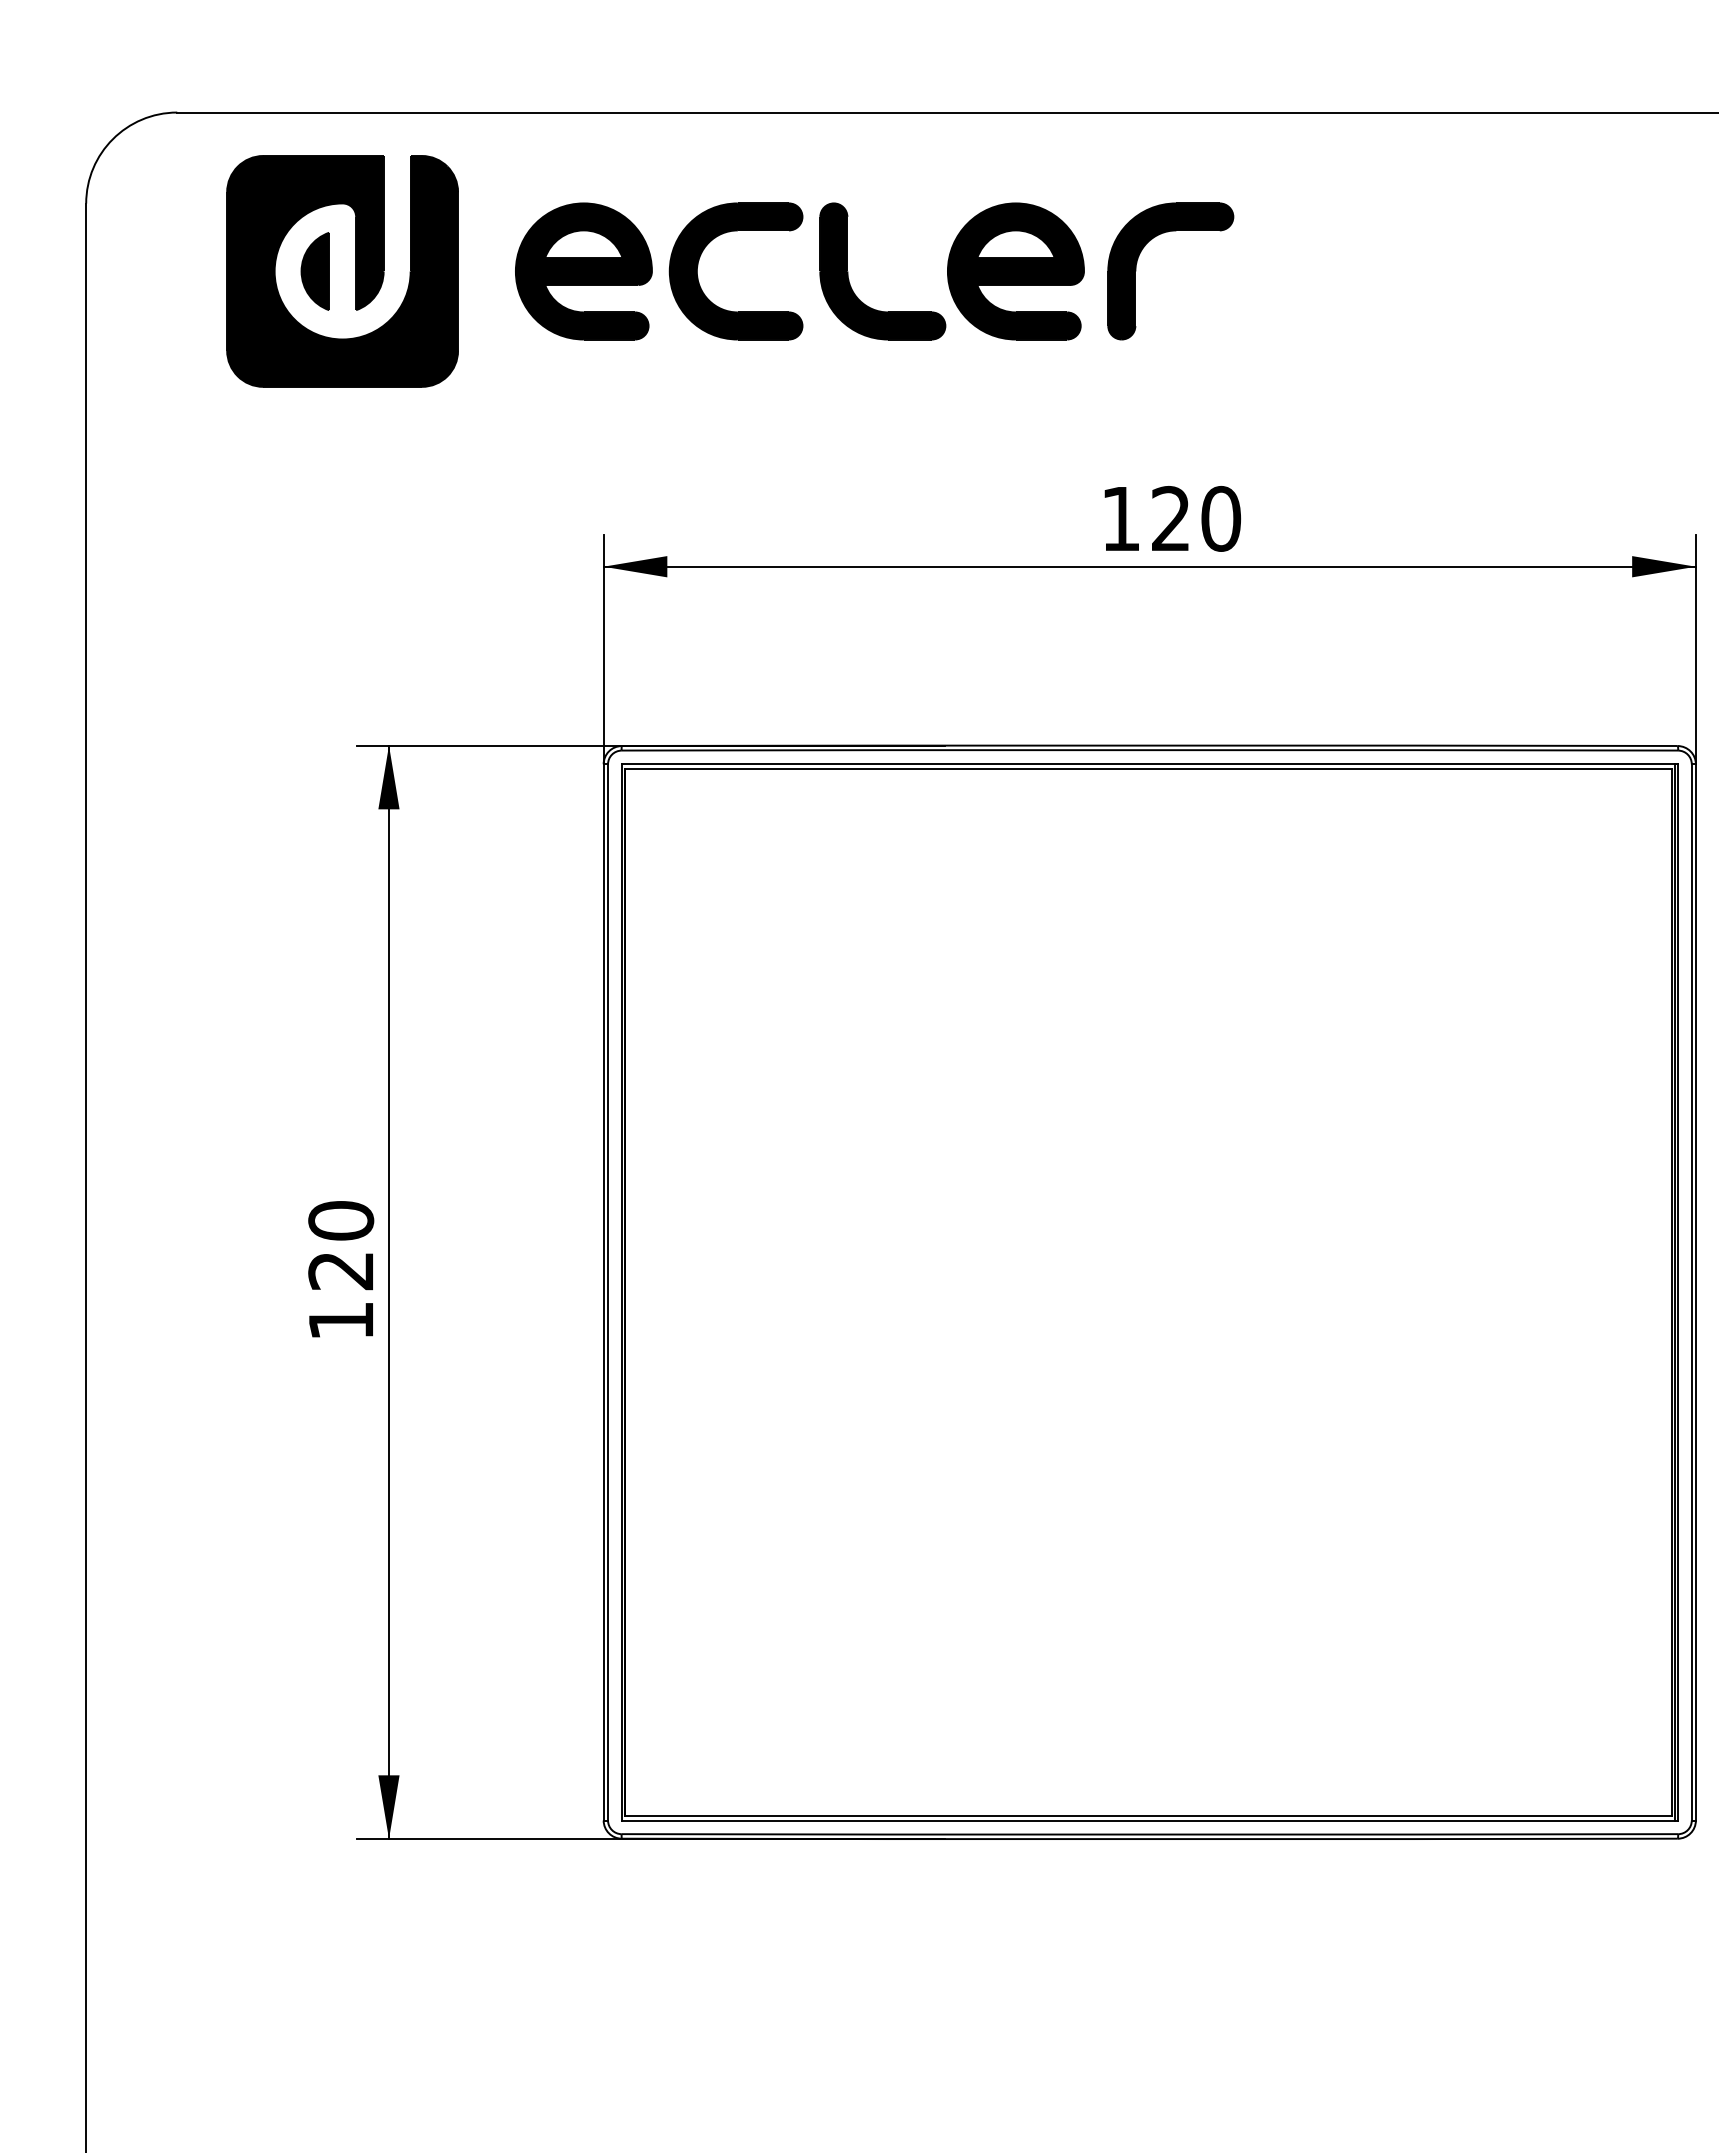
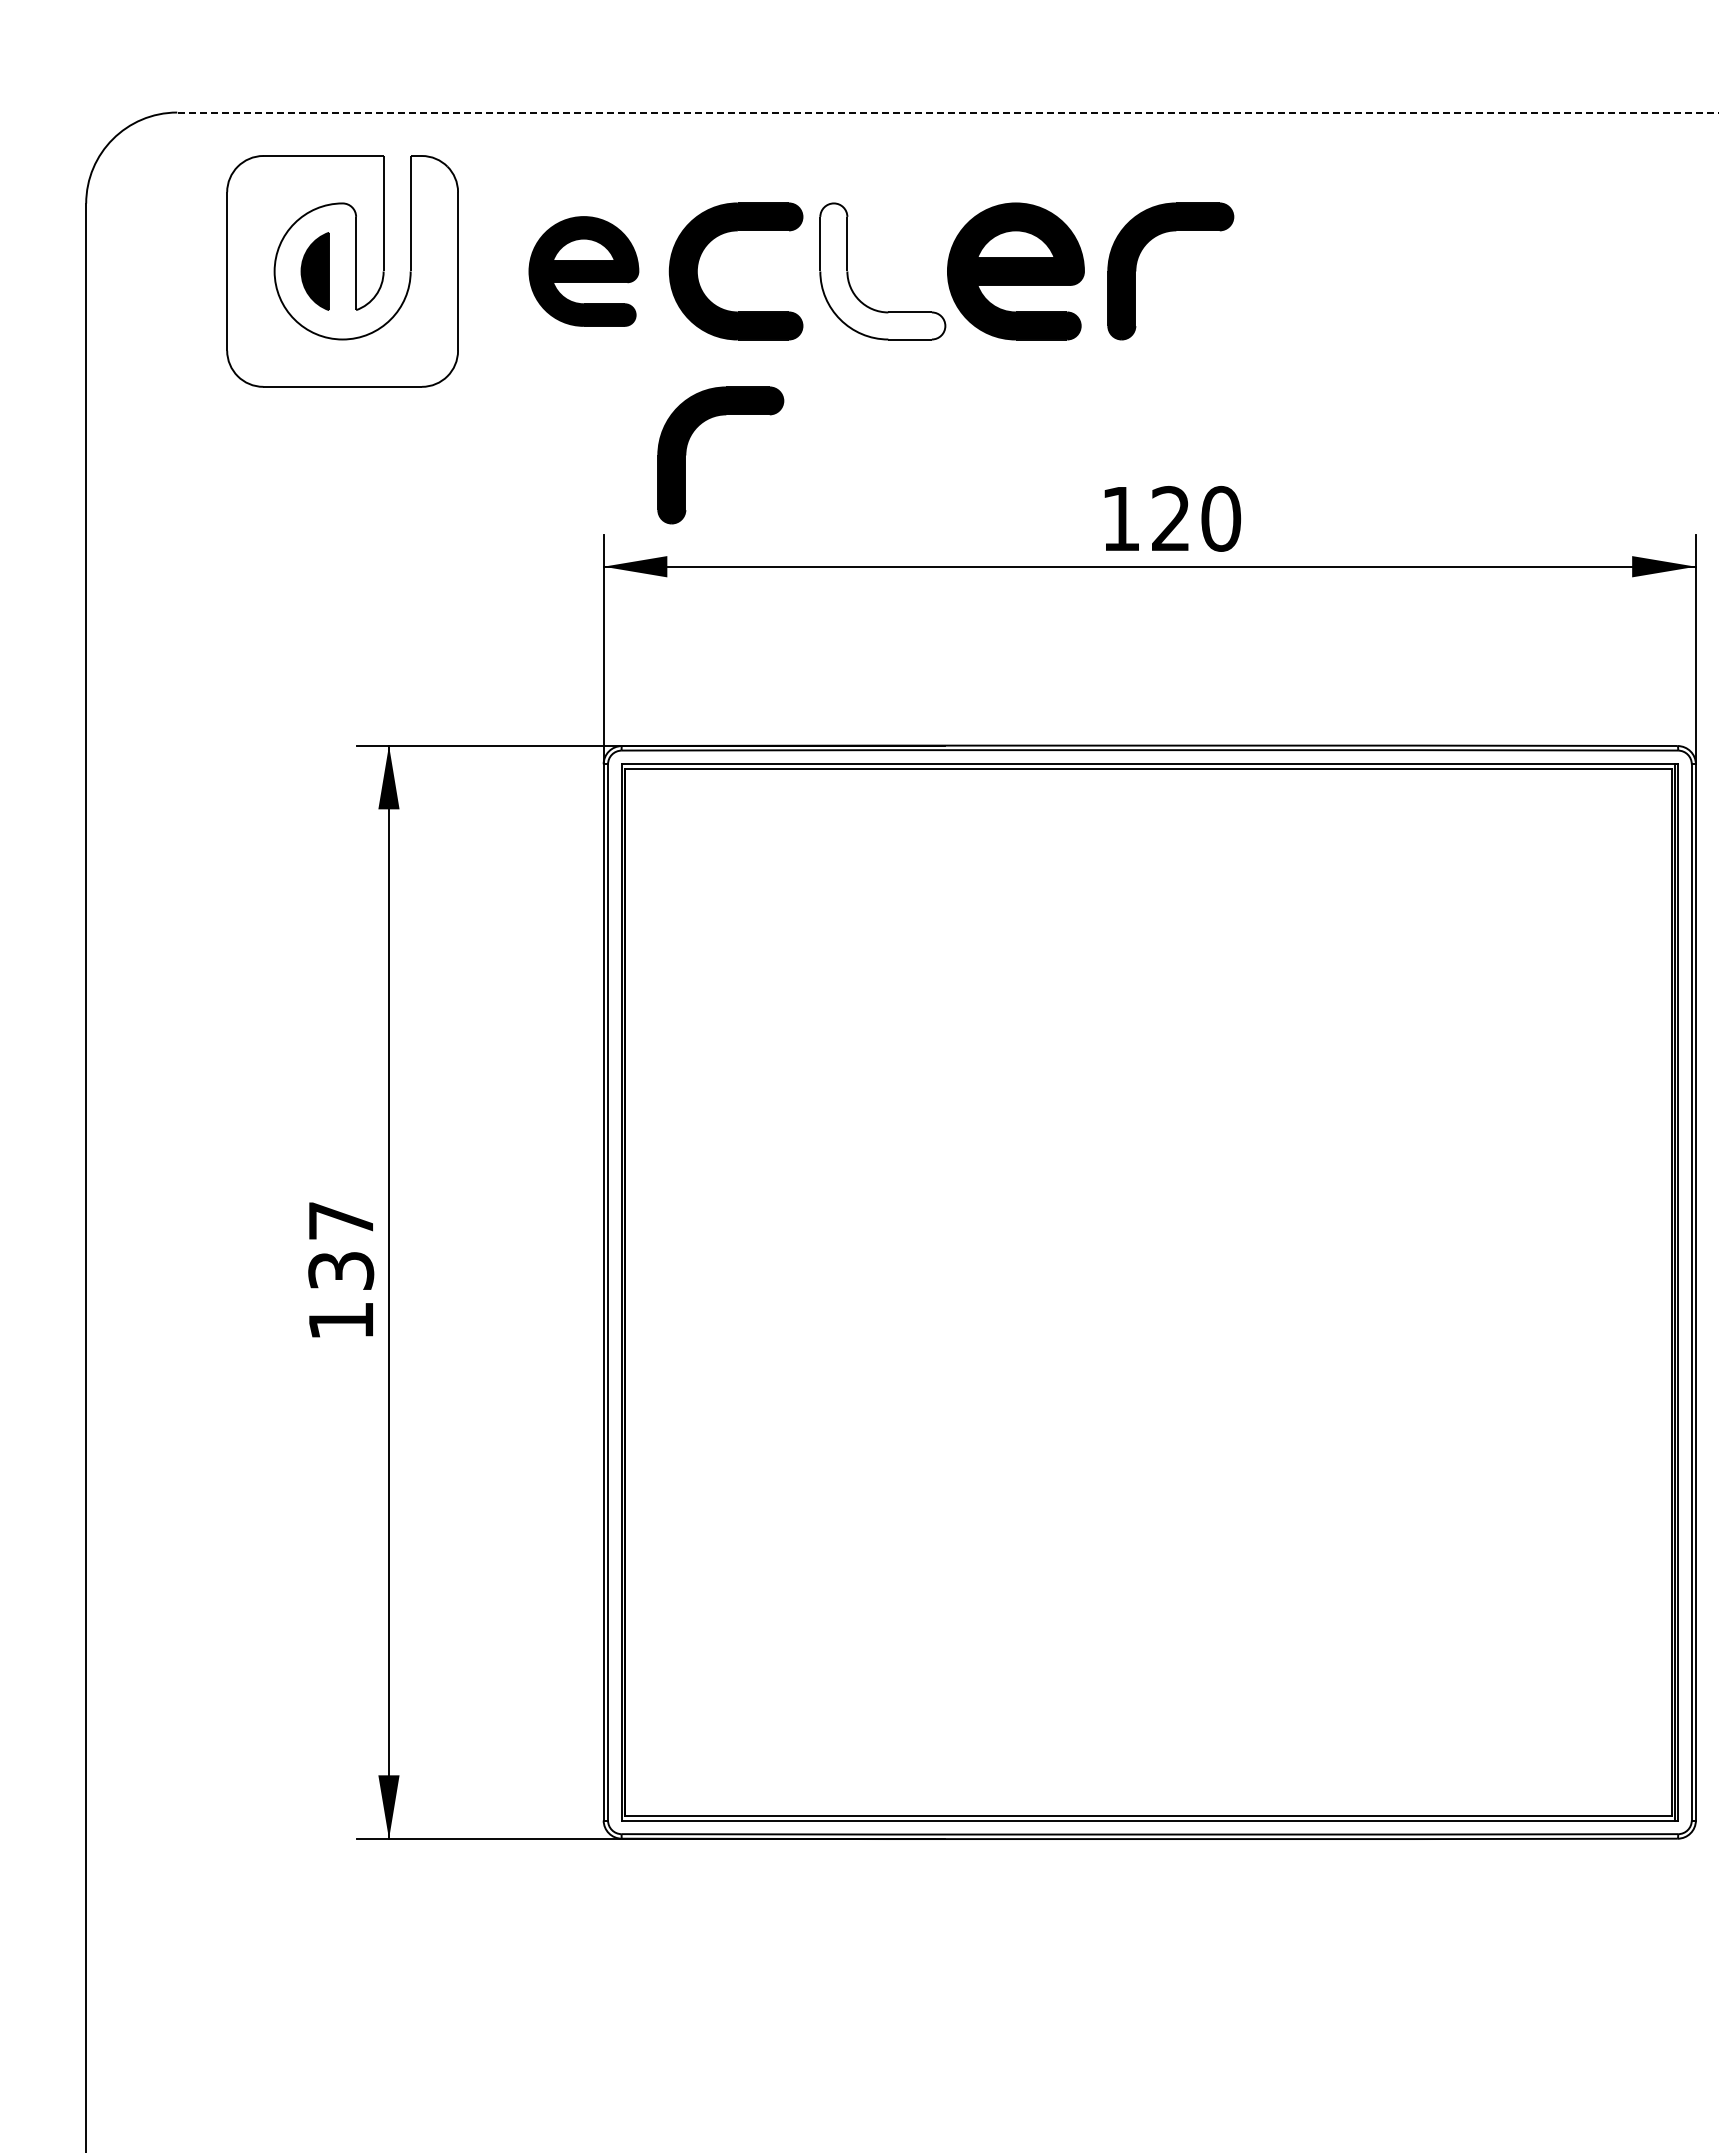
line at (947, 112): solid -> dashed
fill at (342, 271): present -> none
part at (583, 271) size: 138x139 px -> 112x111 px
fill at (882, 271): present -> none
part at (687, 447): none -> present
text at (341, 1245): 120 -> 137
